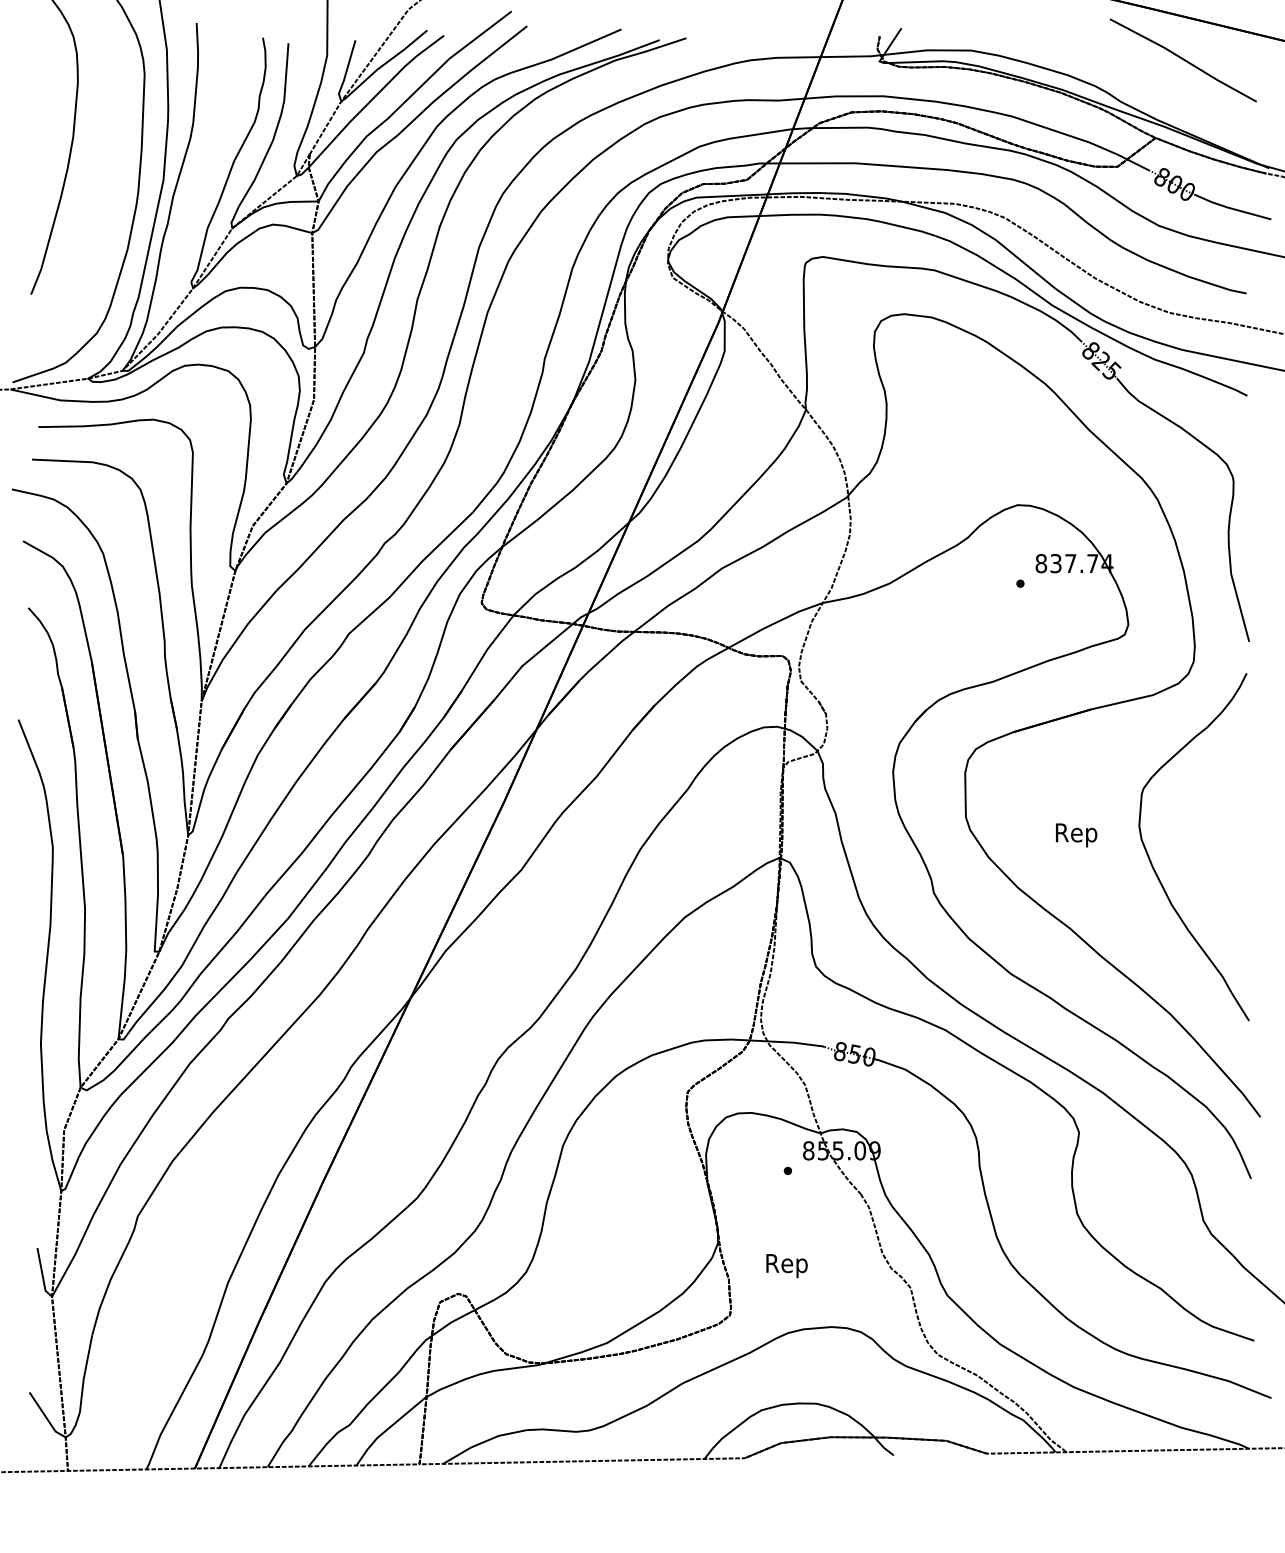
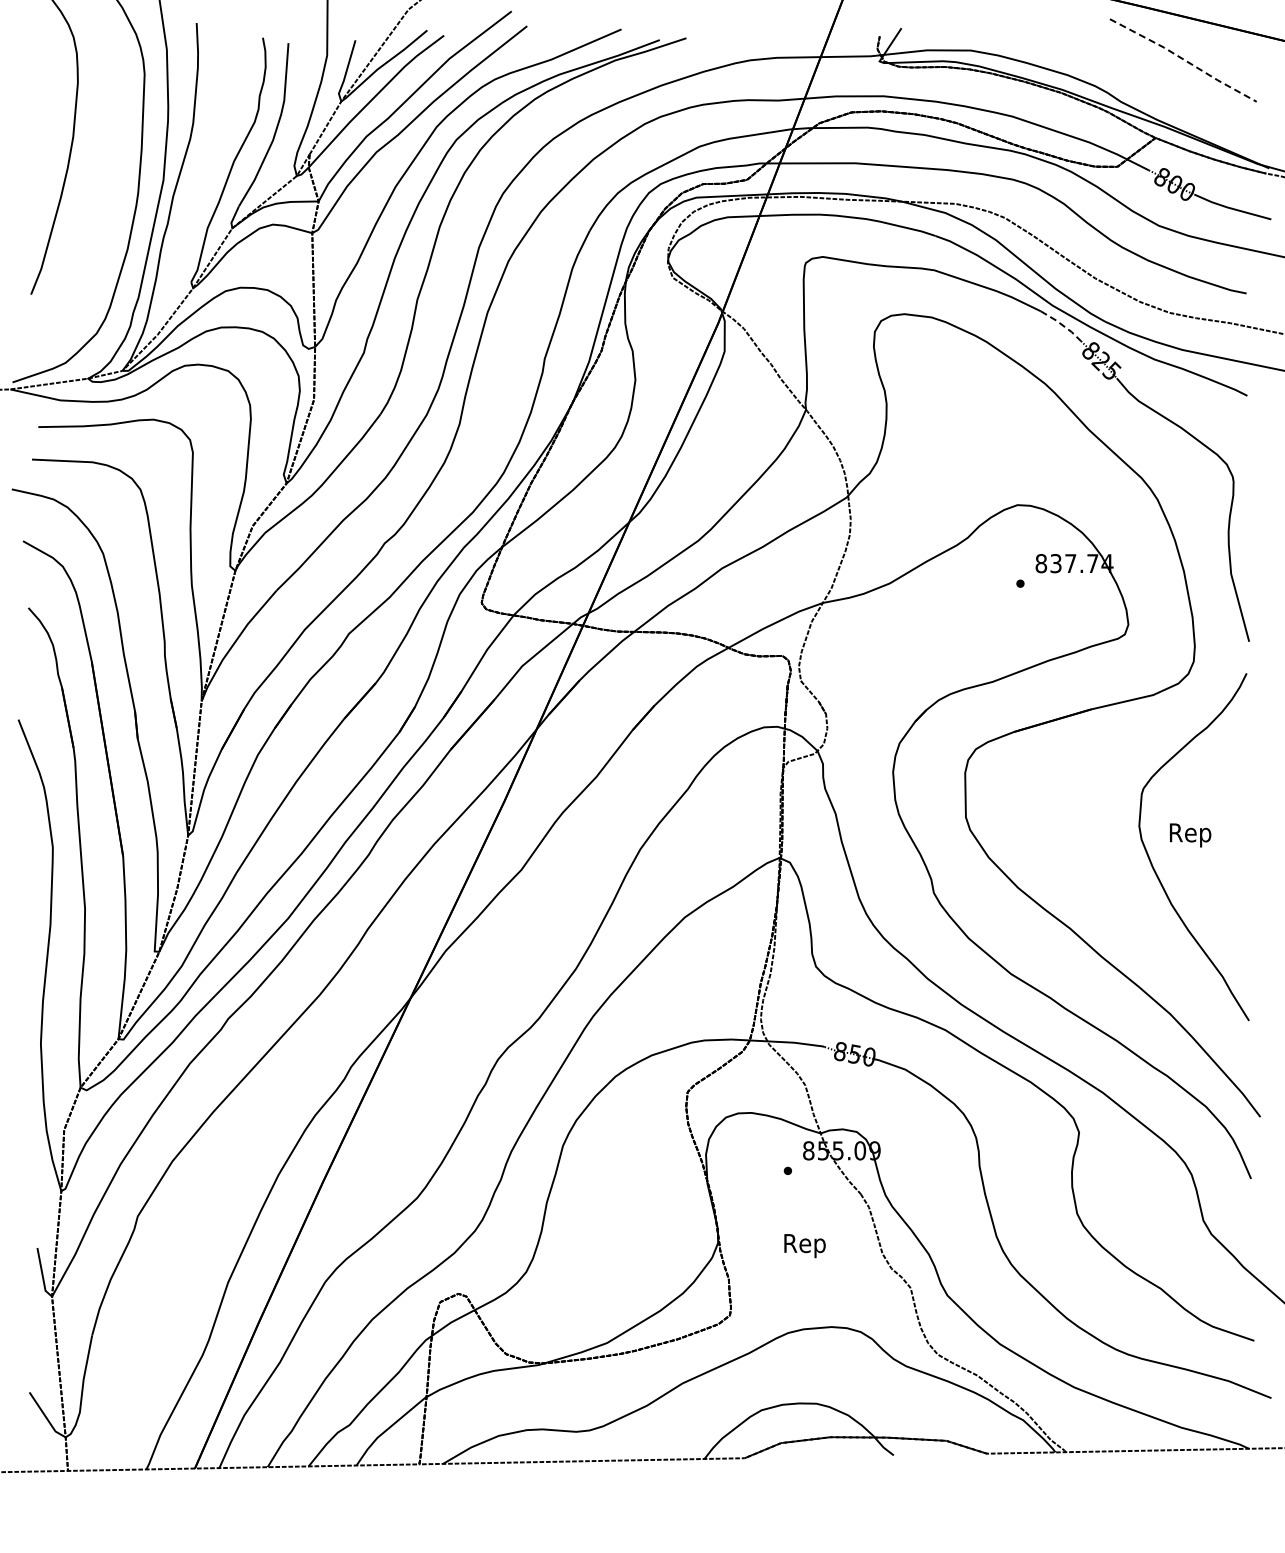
line at (1184, 59): solid -> dashed
line at (1062, 325): solid -> dashed
text at (1076, 835) position: (1076, 835) -> (1190, 835)
text at (786, 1266) position: (786, 1266) -> (804, 1246)
